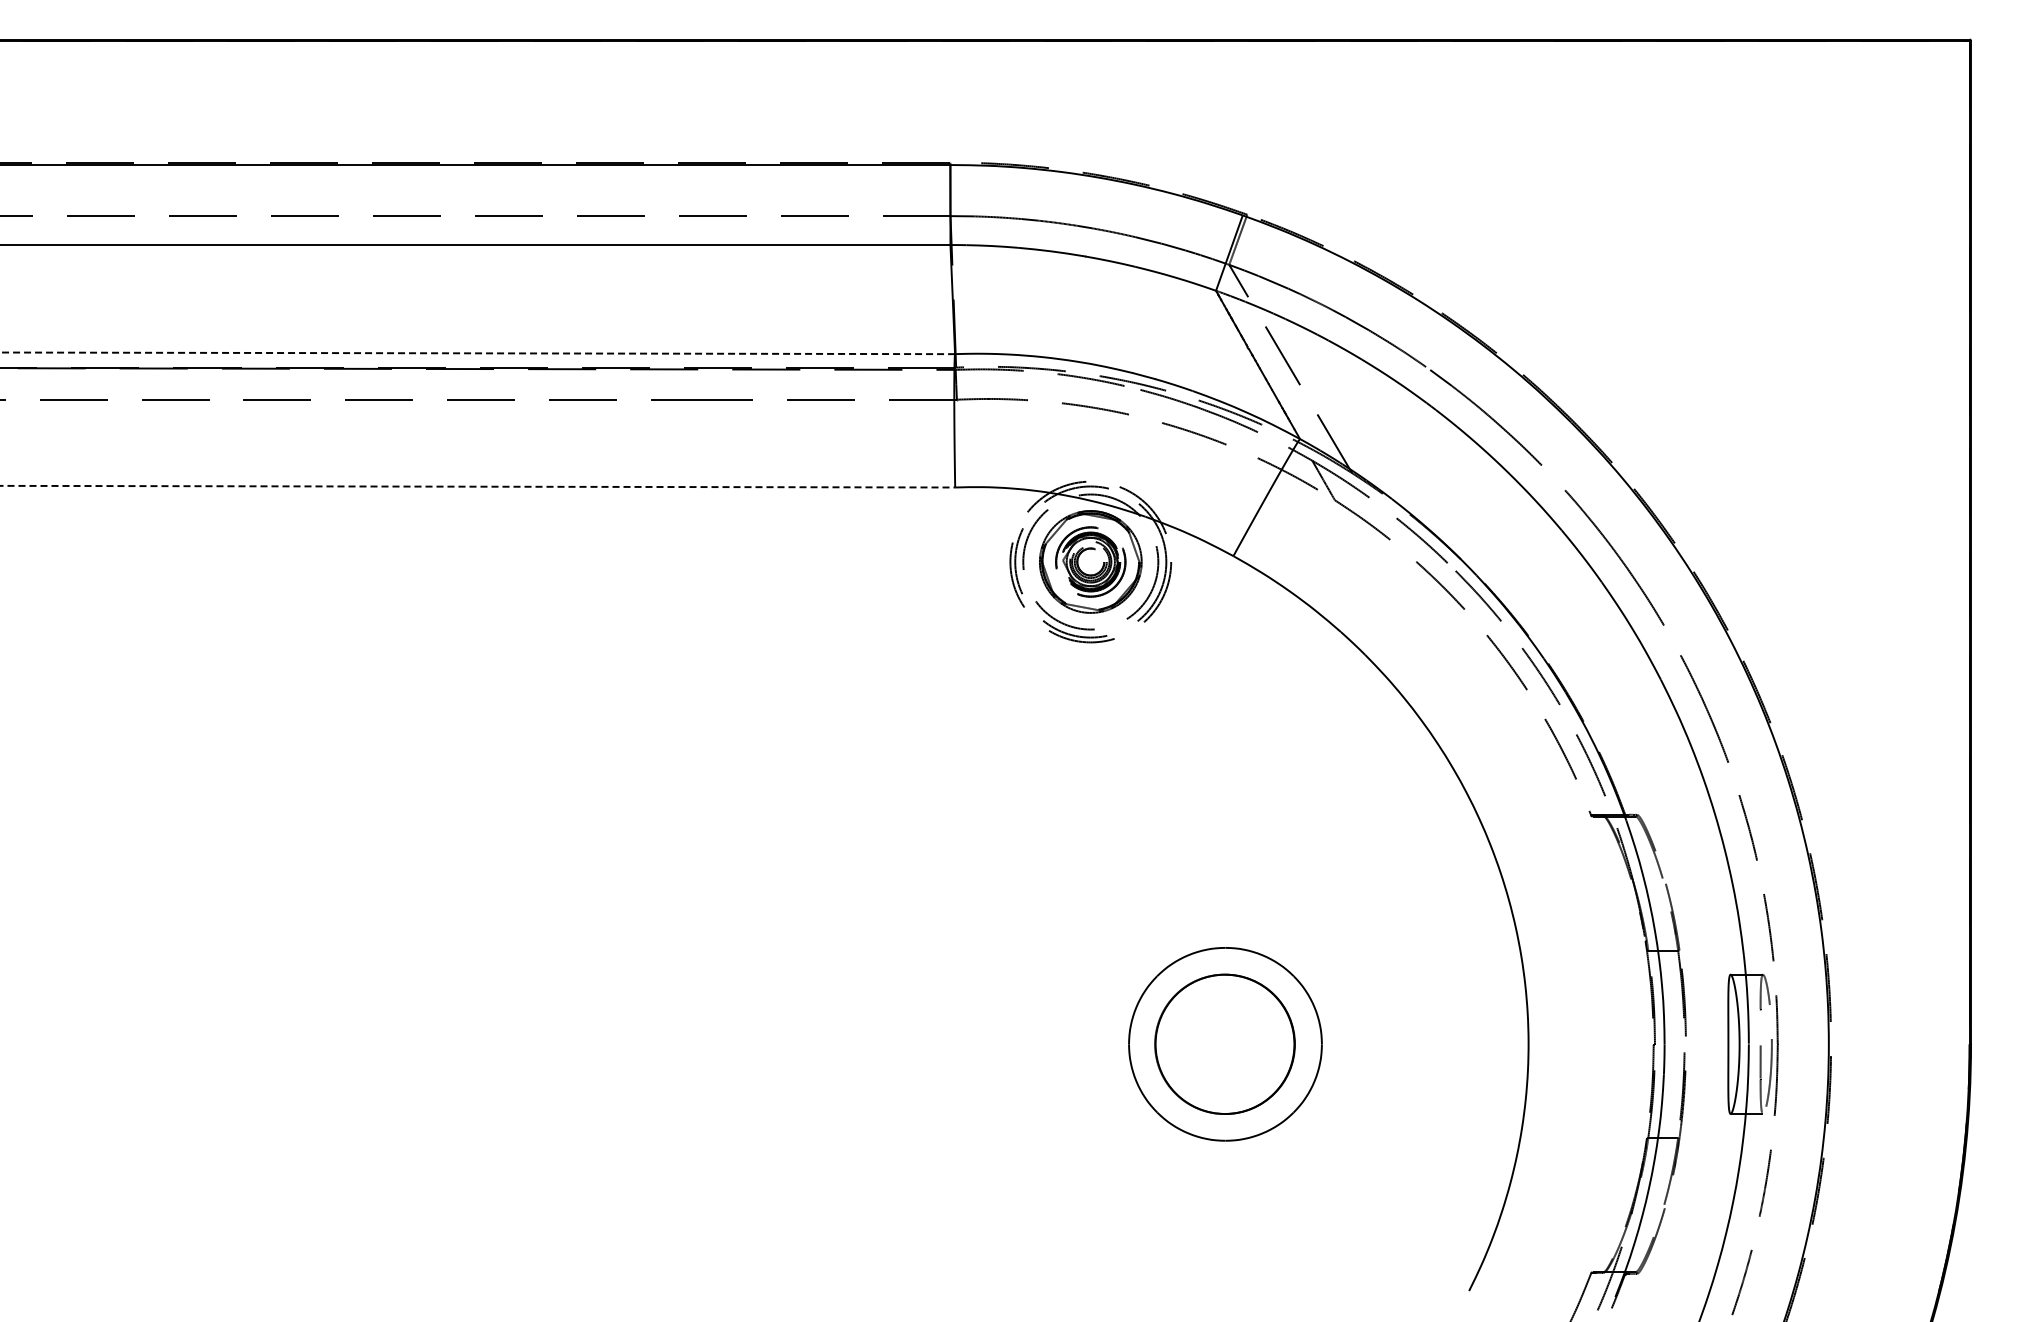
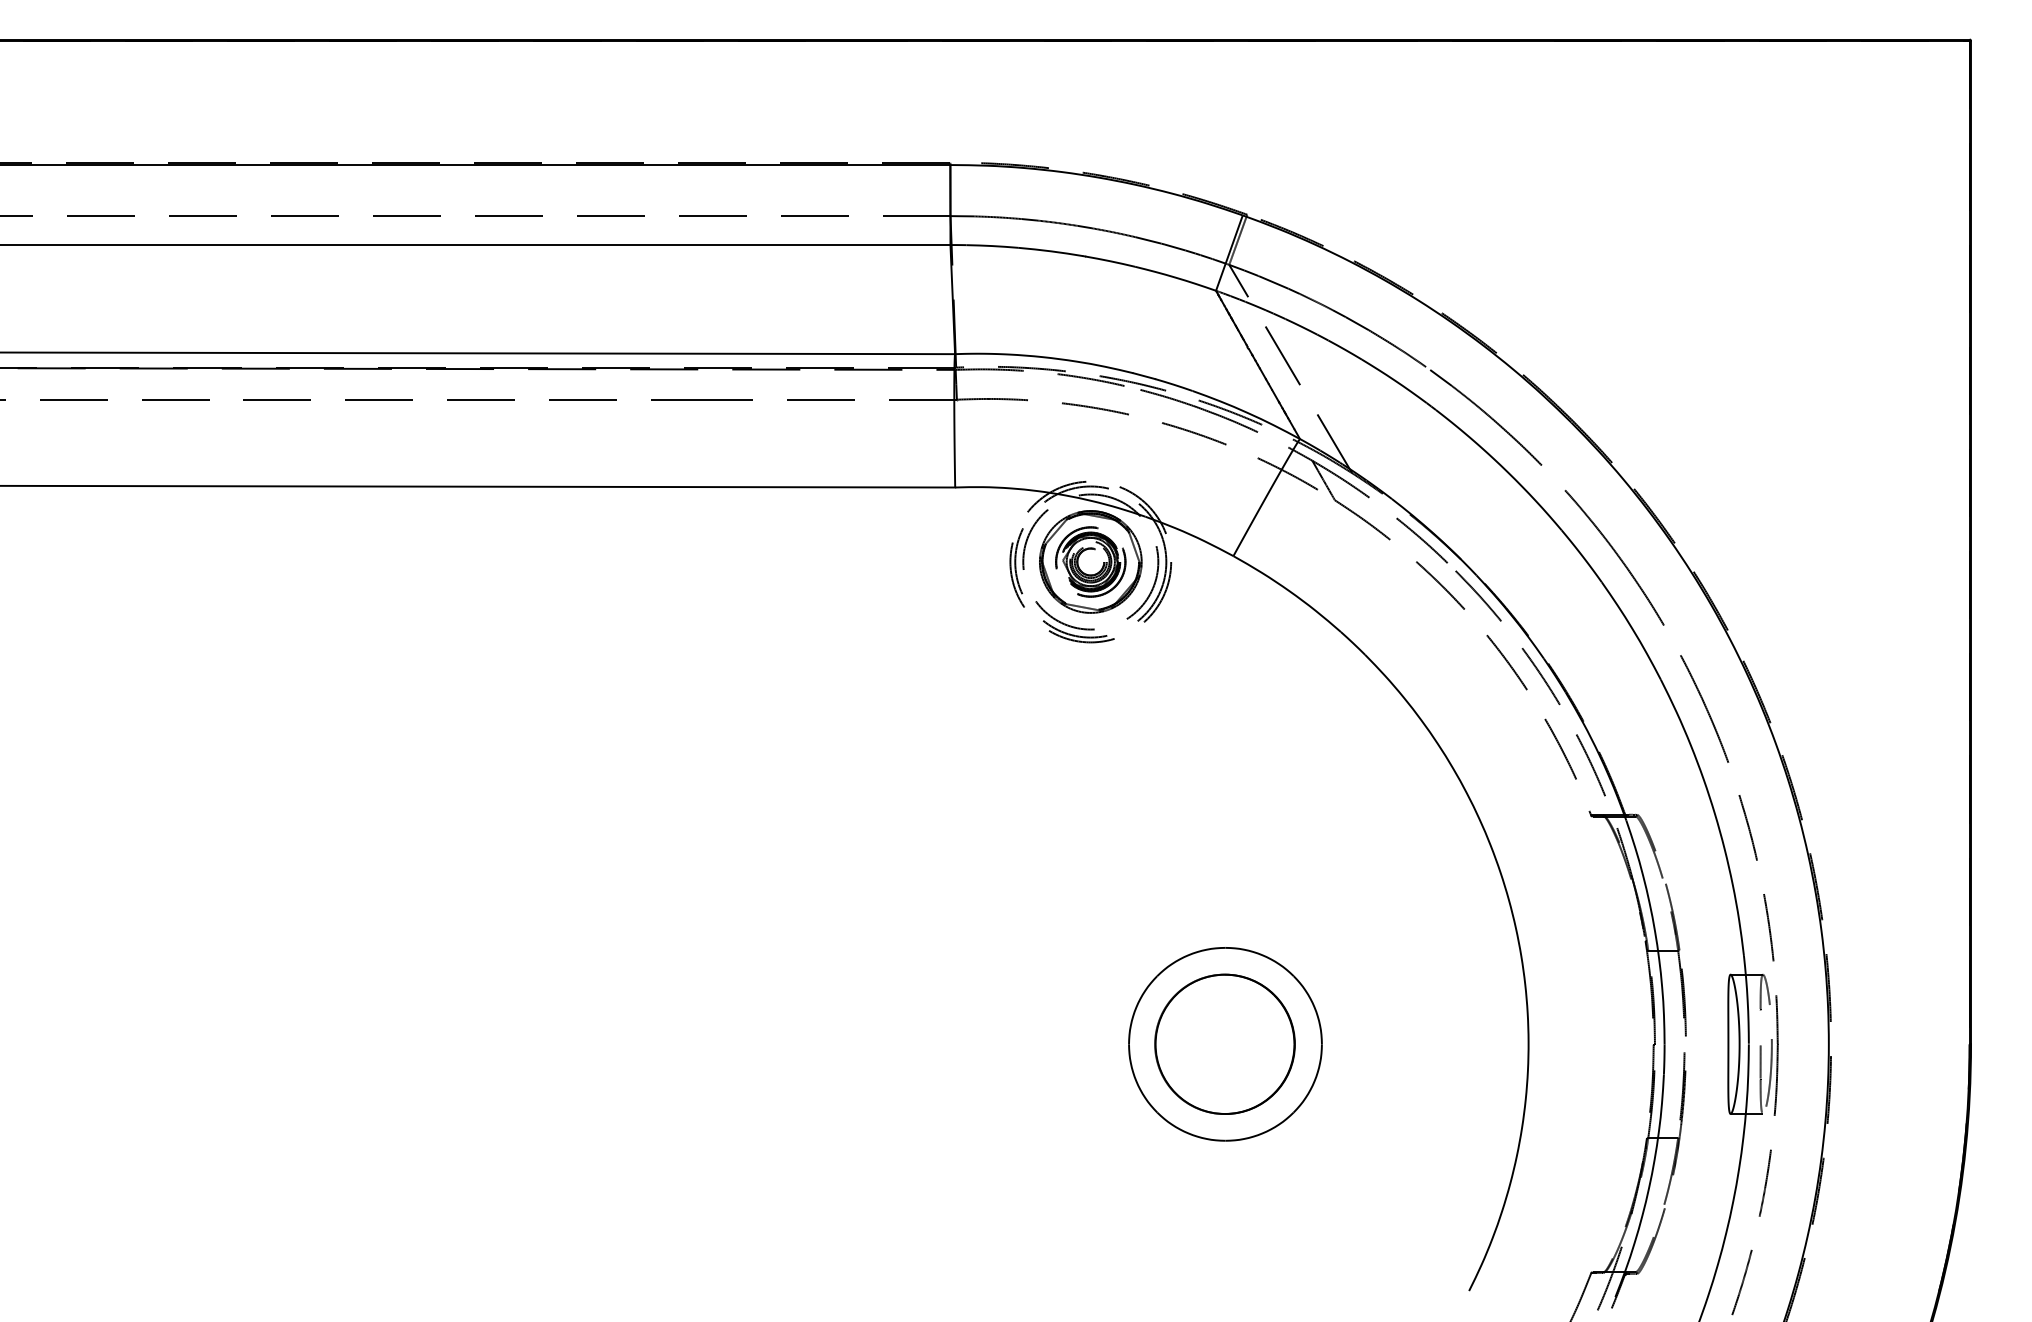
line at (477, 353): dashed -> solid
line at (478, 486): dashed -> solid
